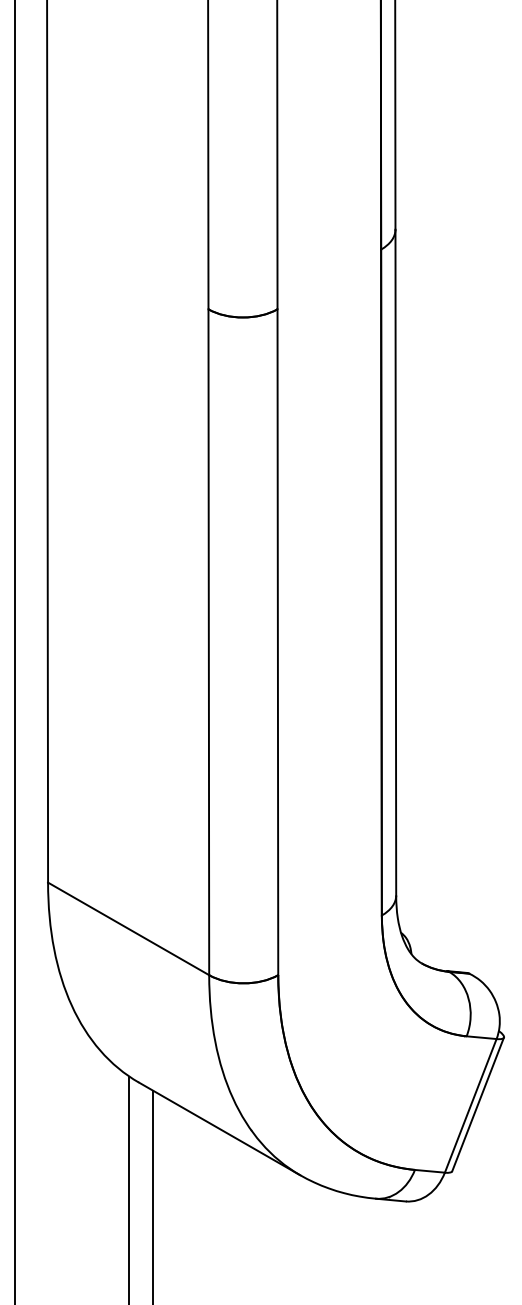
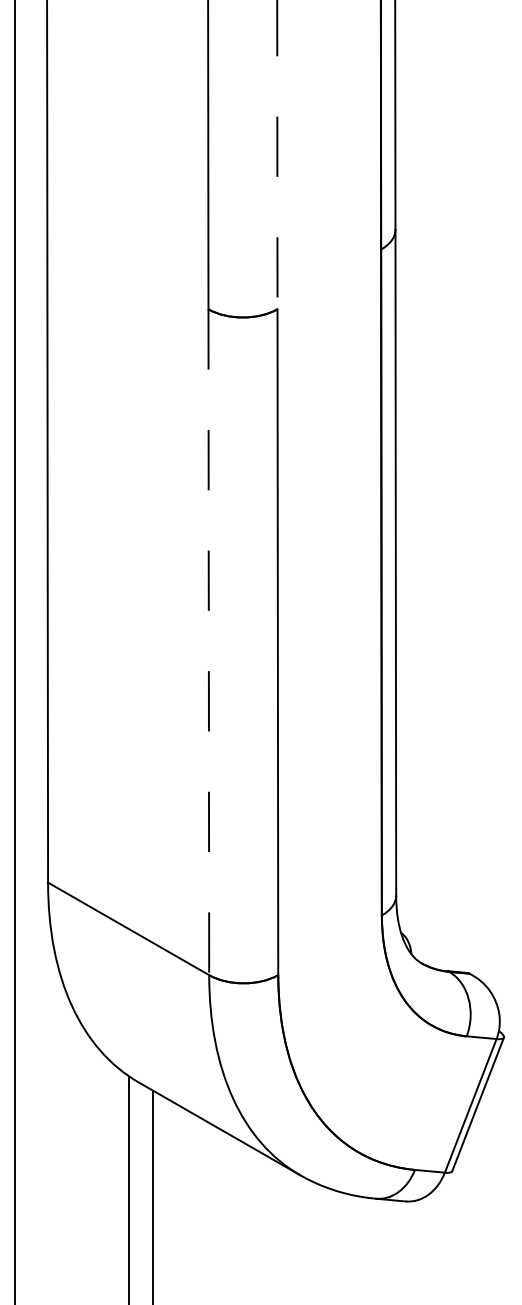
line at (277, 155): solid -> dashed
line at (208, 642): solid -> dashed
